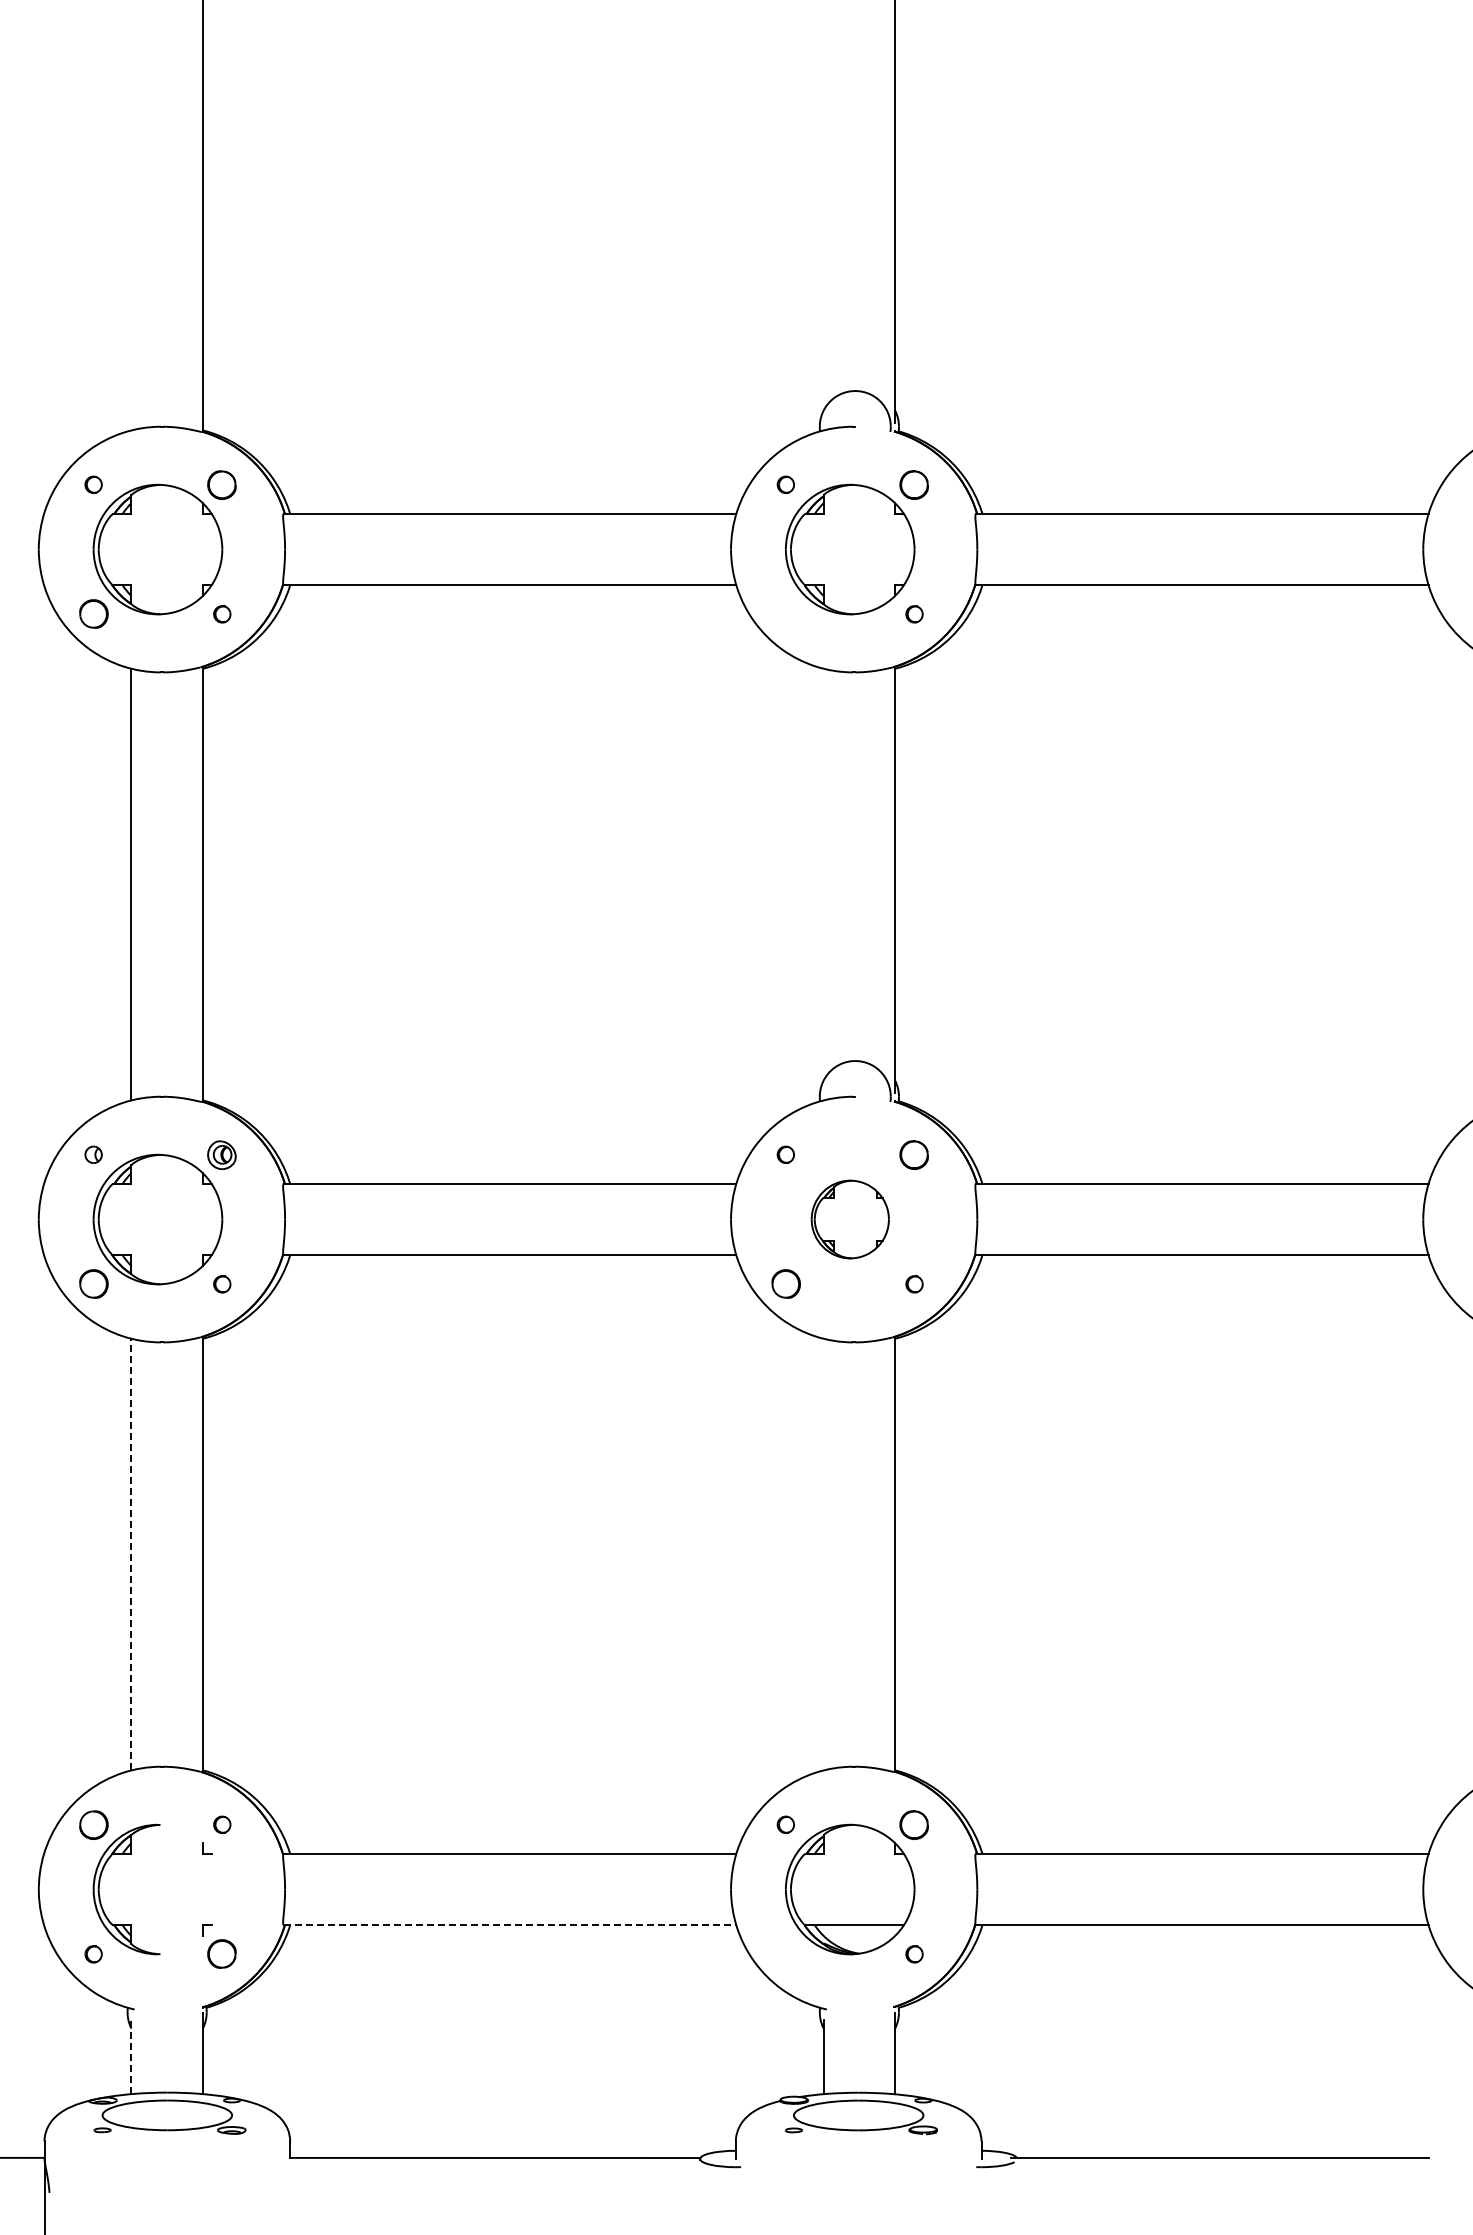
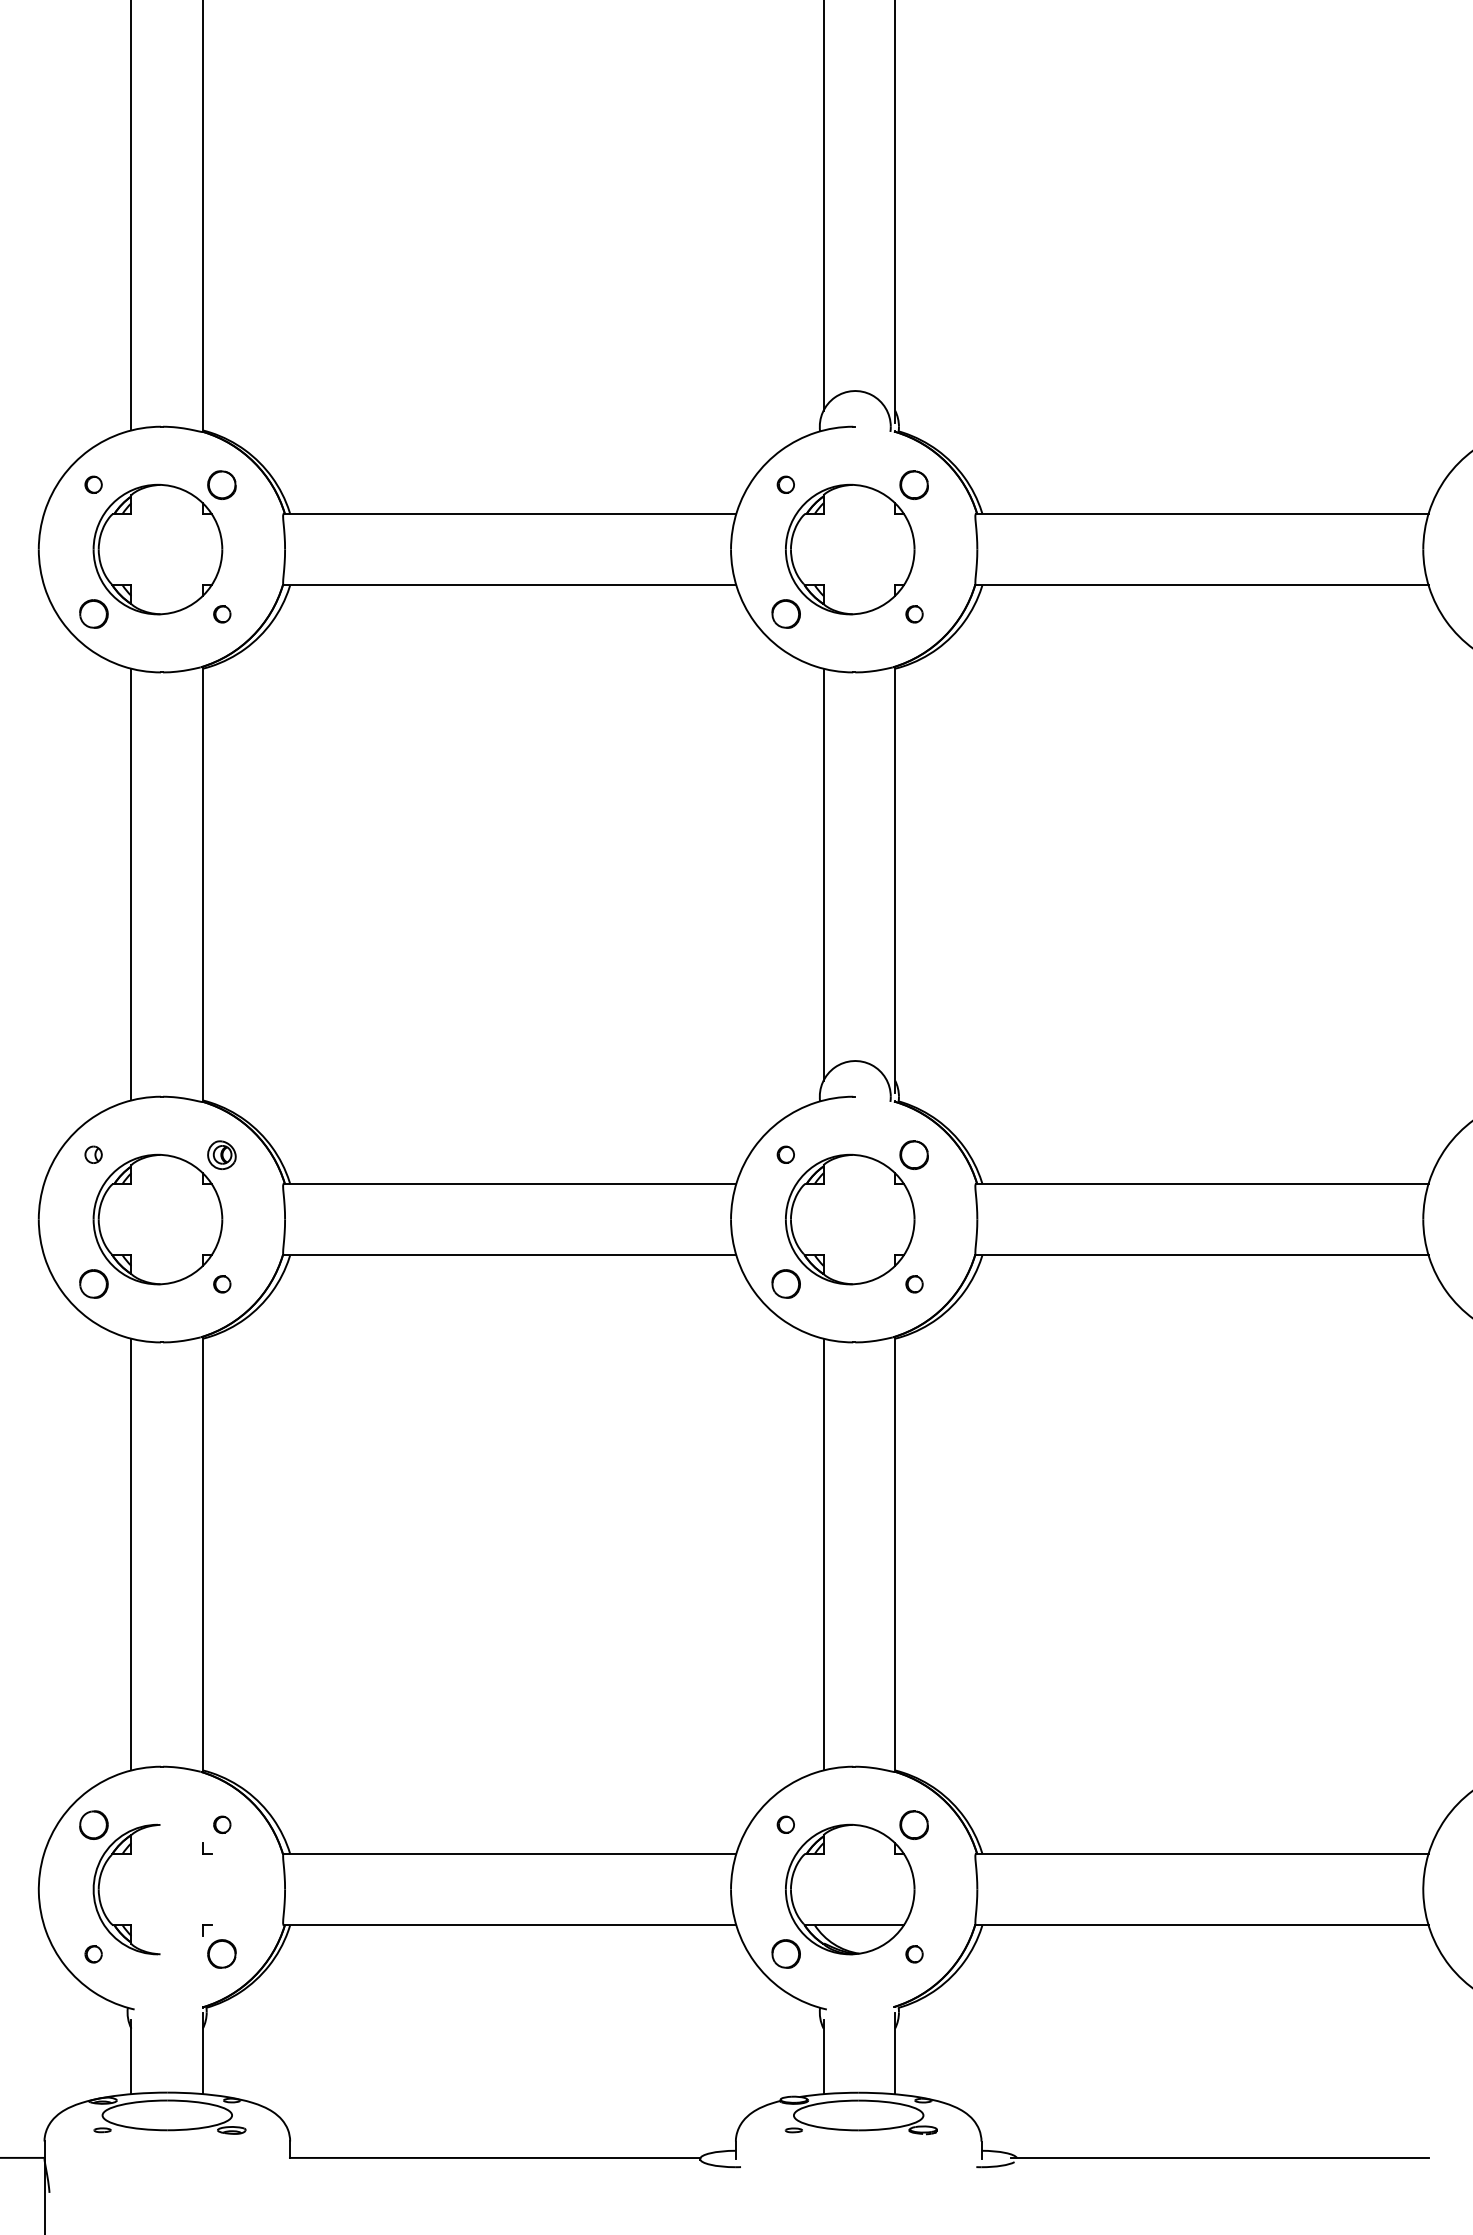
line at (823, 206): none -> present
line at (131, 216): none -> present
part at (785, 613): none -> present
line at (823, 874): none -> present
part at (849, 1219) size: 80x81 px -> 131x133 px
line at (131, 1554): dashed -> solid
line at (823, 1554): none -> present
line at (510, 1925): dashed -> solid
part at (785, 1953): none -> present
line at (131, 2056): dashed -> solid
